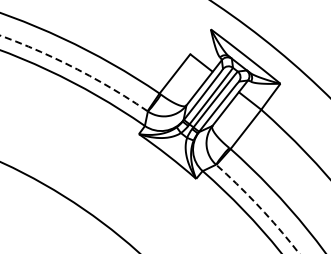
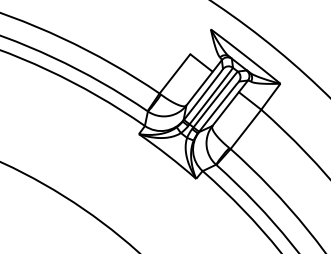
arc at (75, 68): dashed -> solid
arc at (259, 206): dashed -> solid
